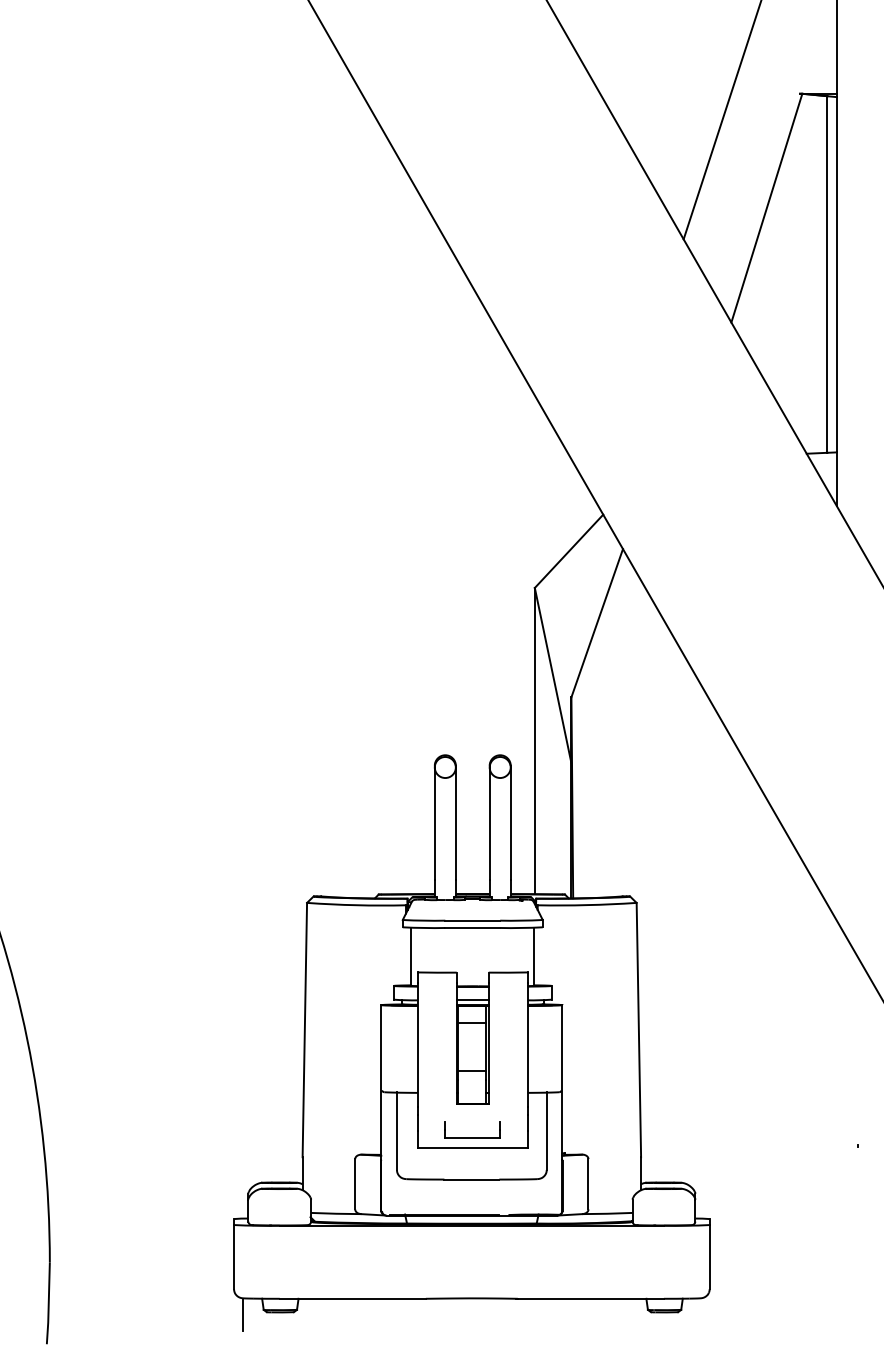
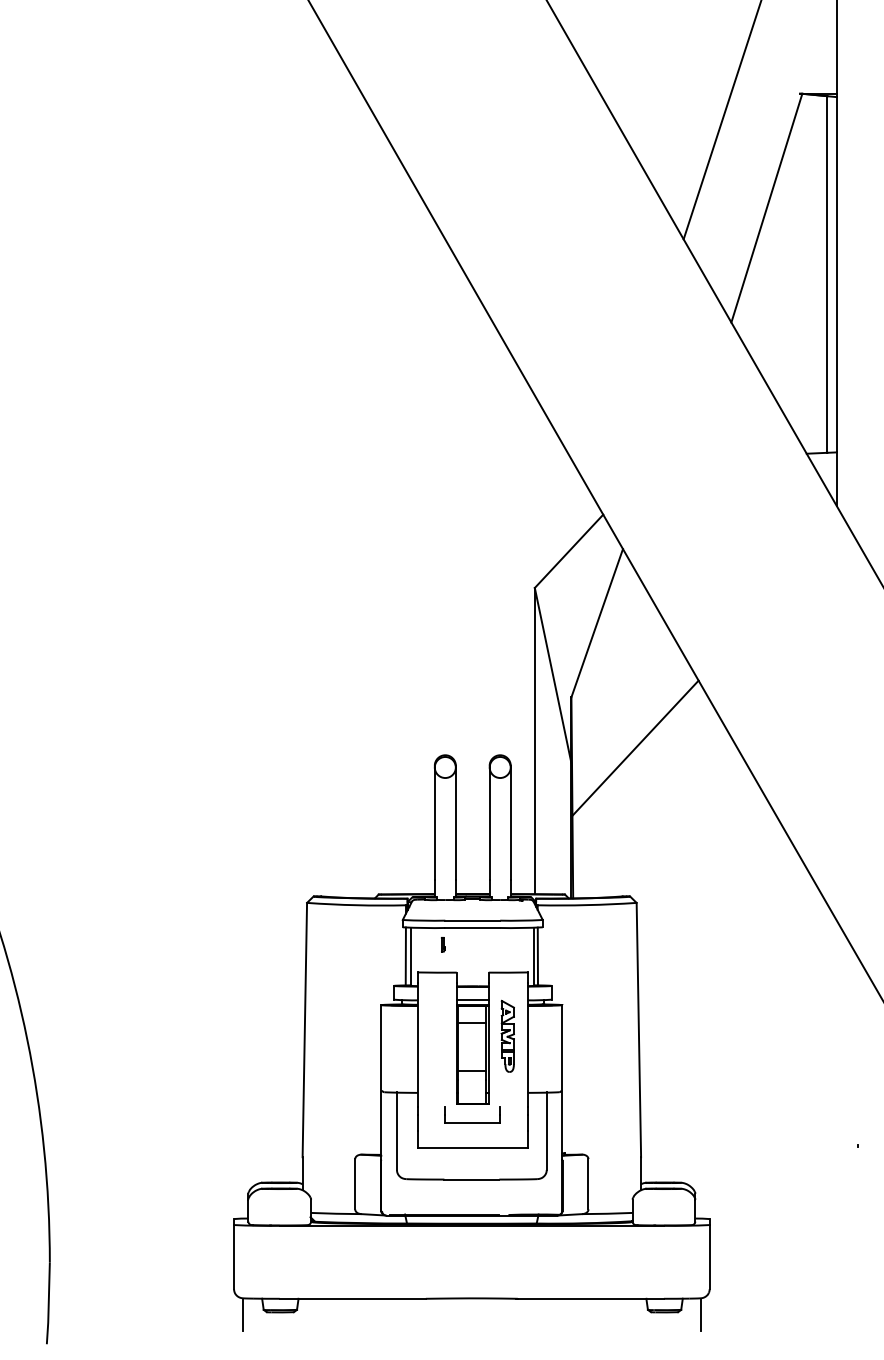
line at (635, 747): none -> present
part at (443, 944): none -> present
line at (405, 956): none -> present
line at (537, 956): none -> present
part at (507, 1035): none -> present
part at (472, 1137) position: (472, 1137) -> (472, 1122)
line at (700, 1315): none -> present
